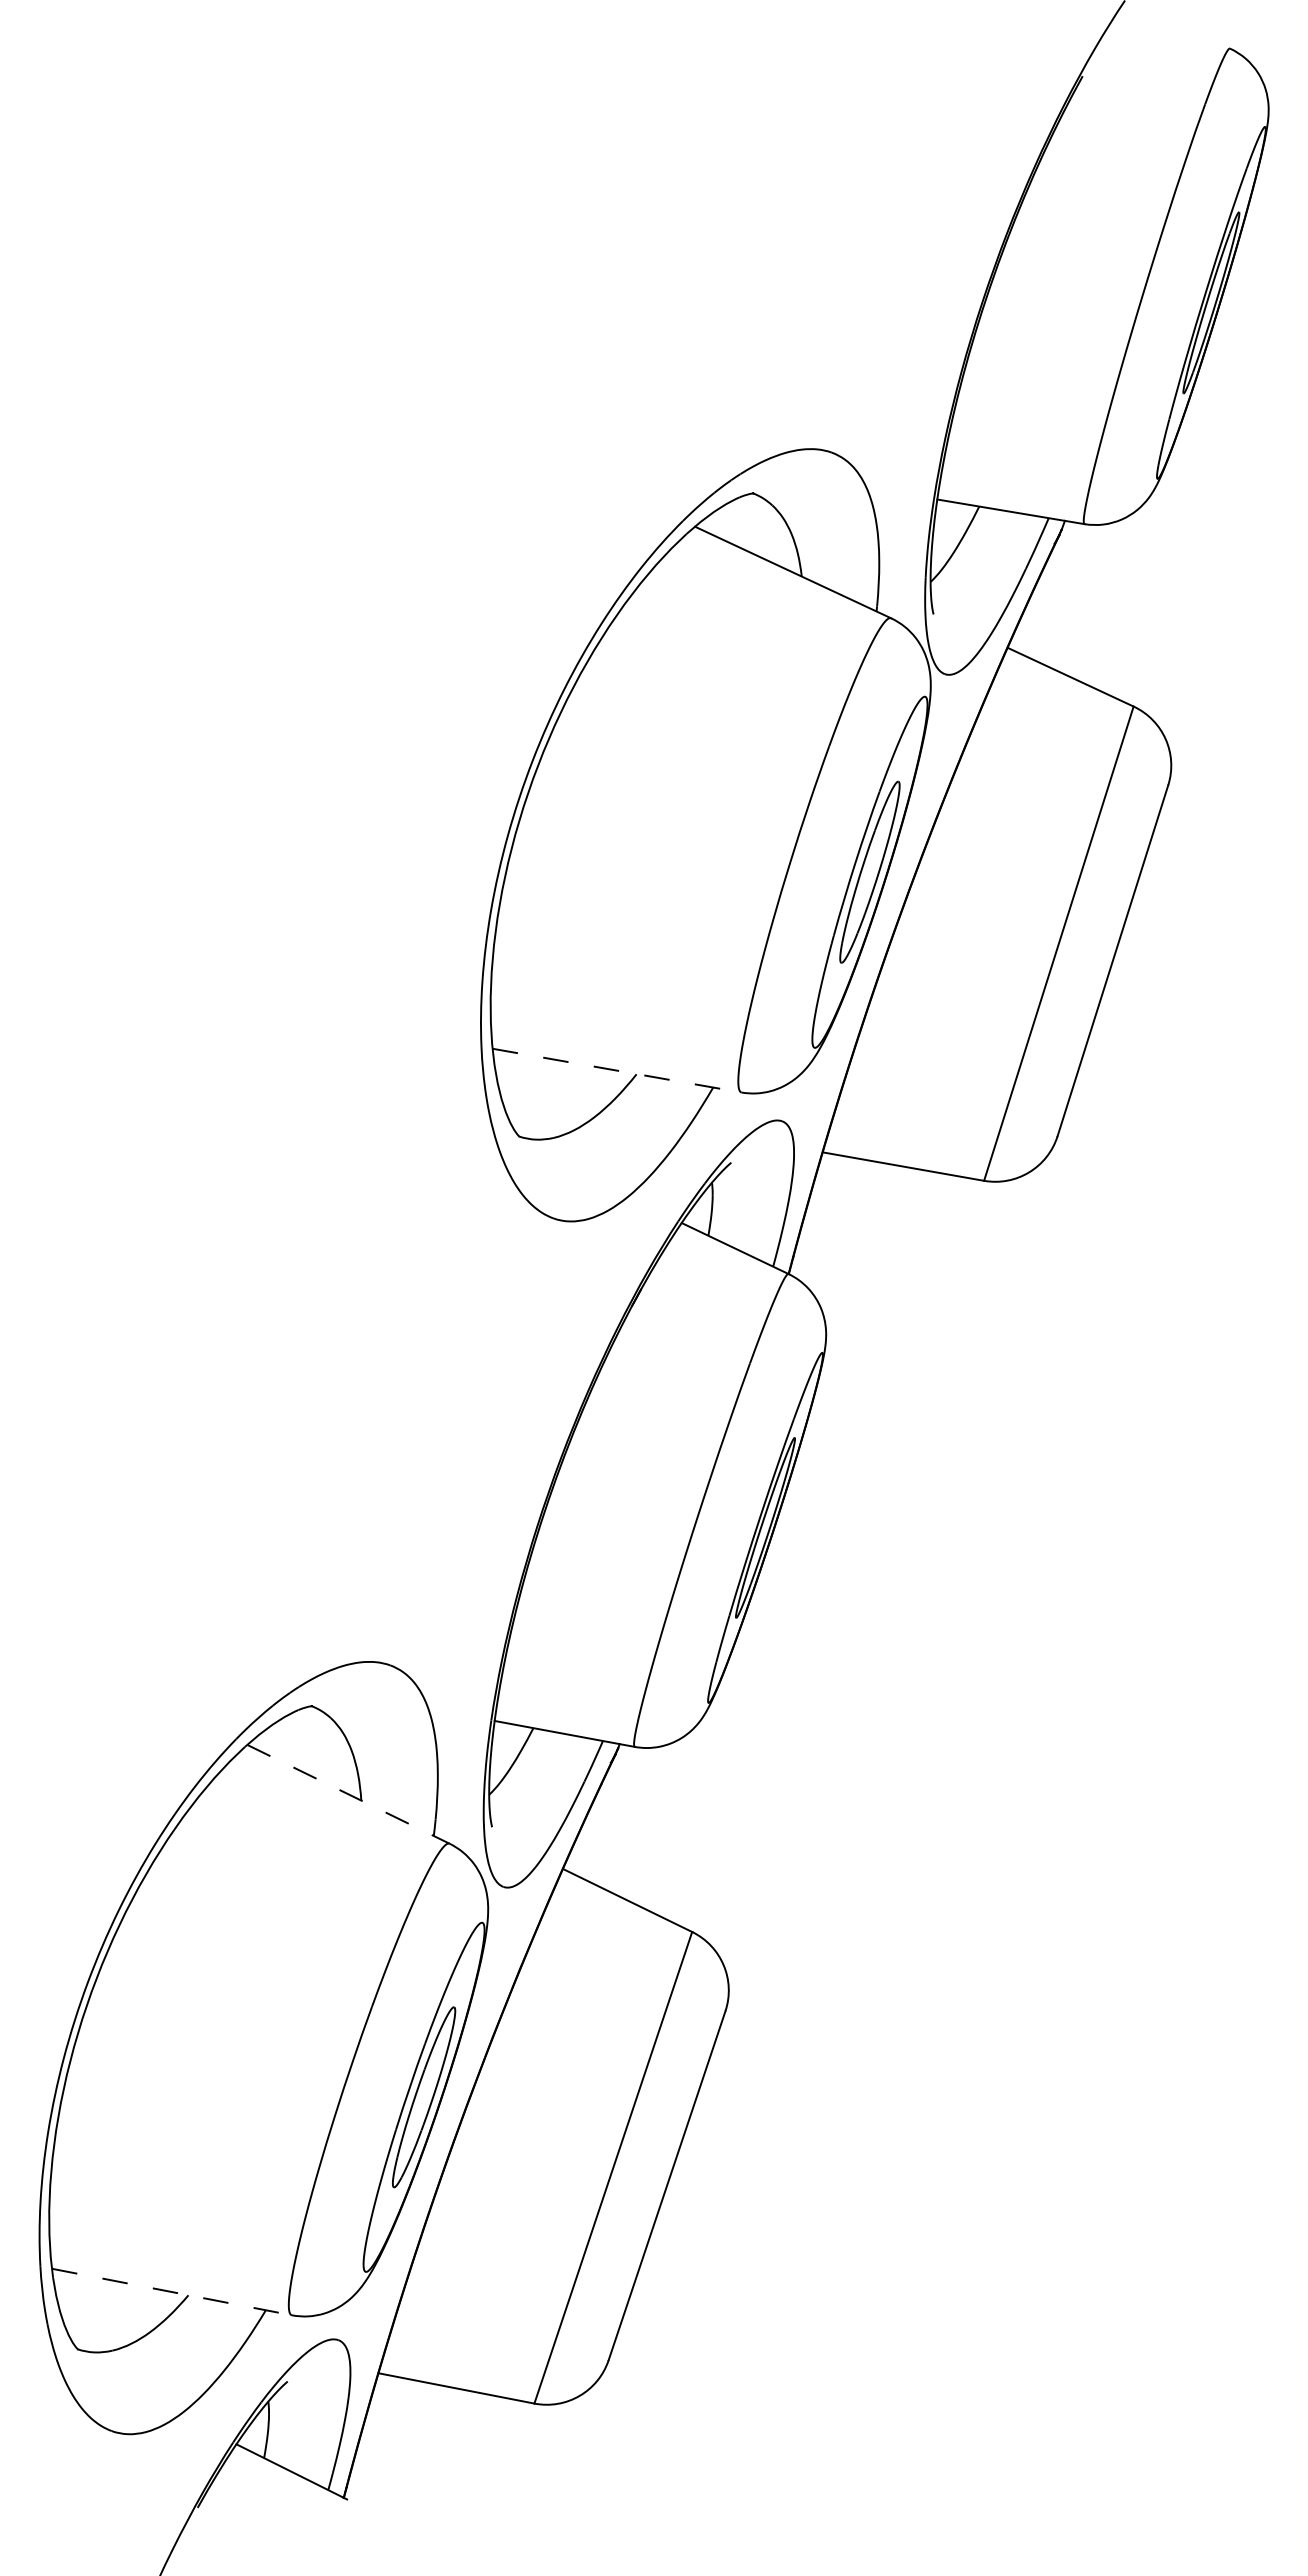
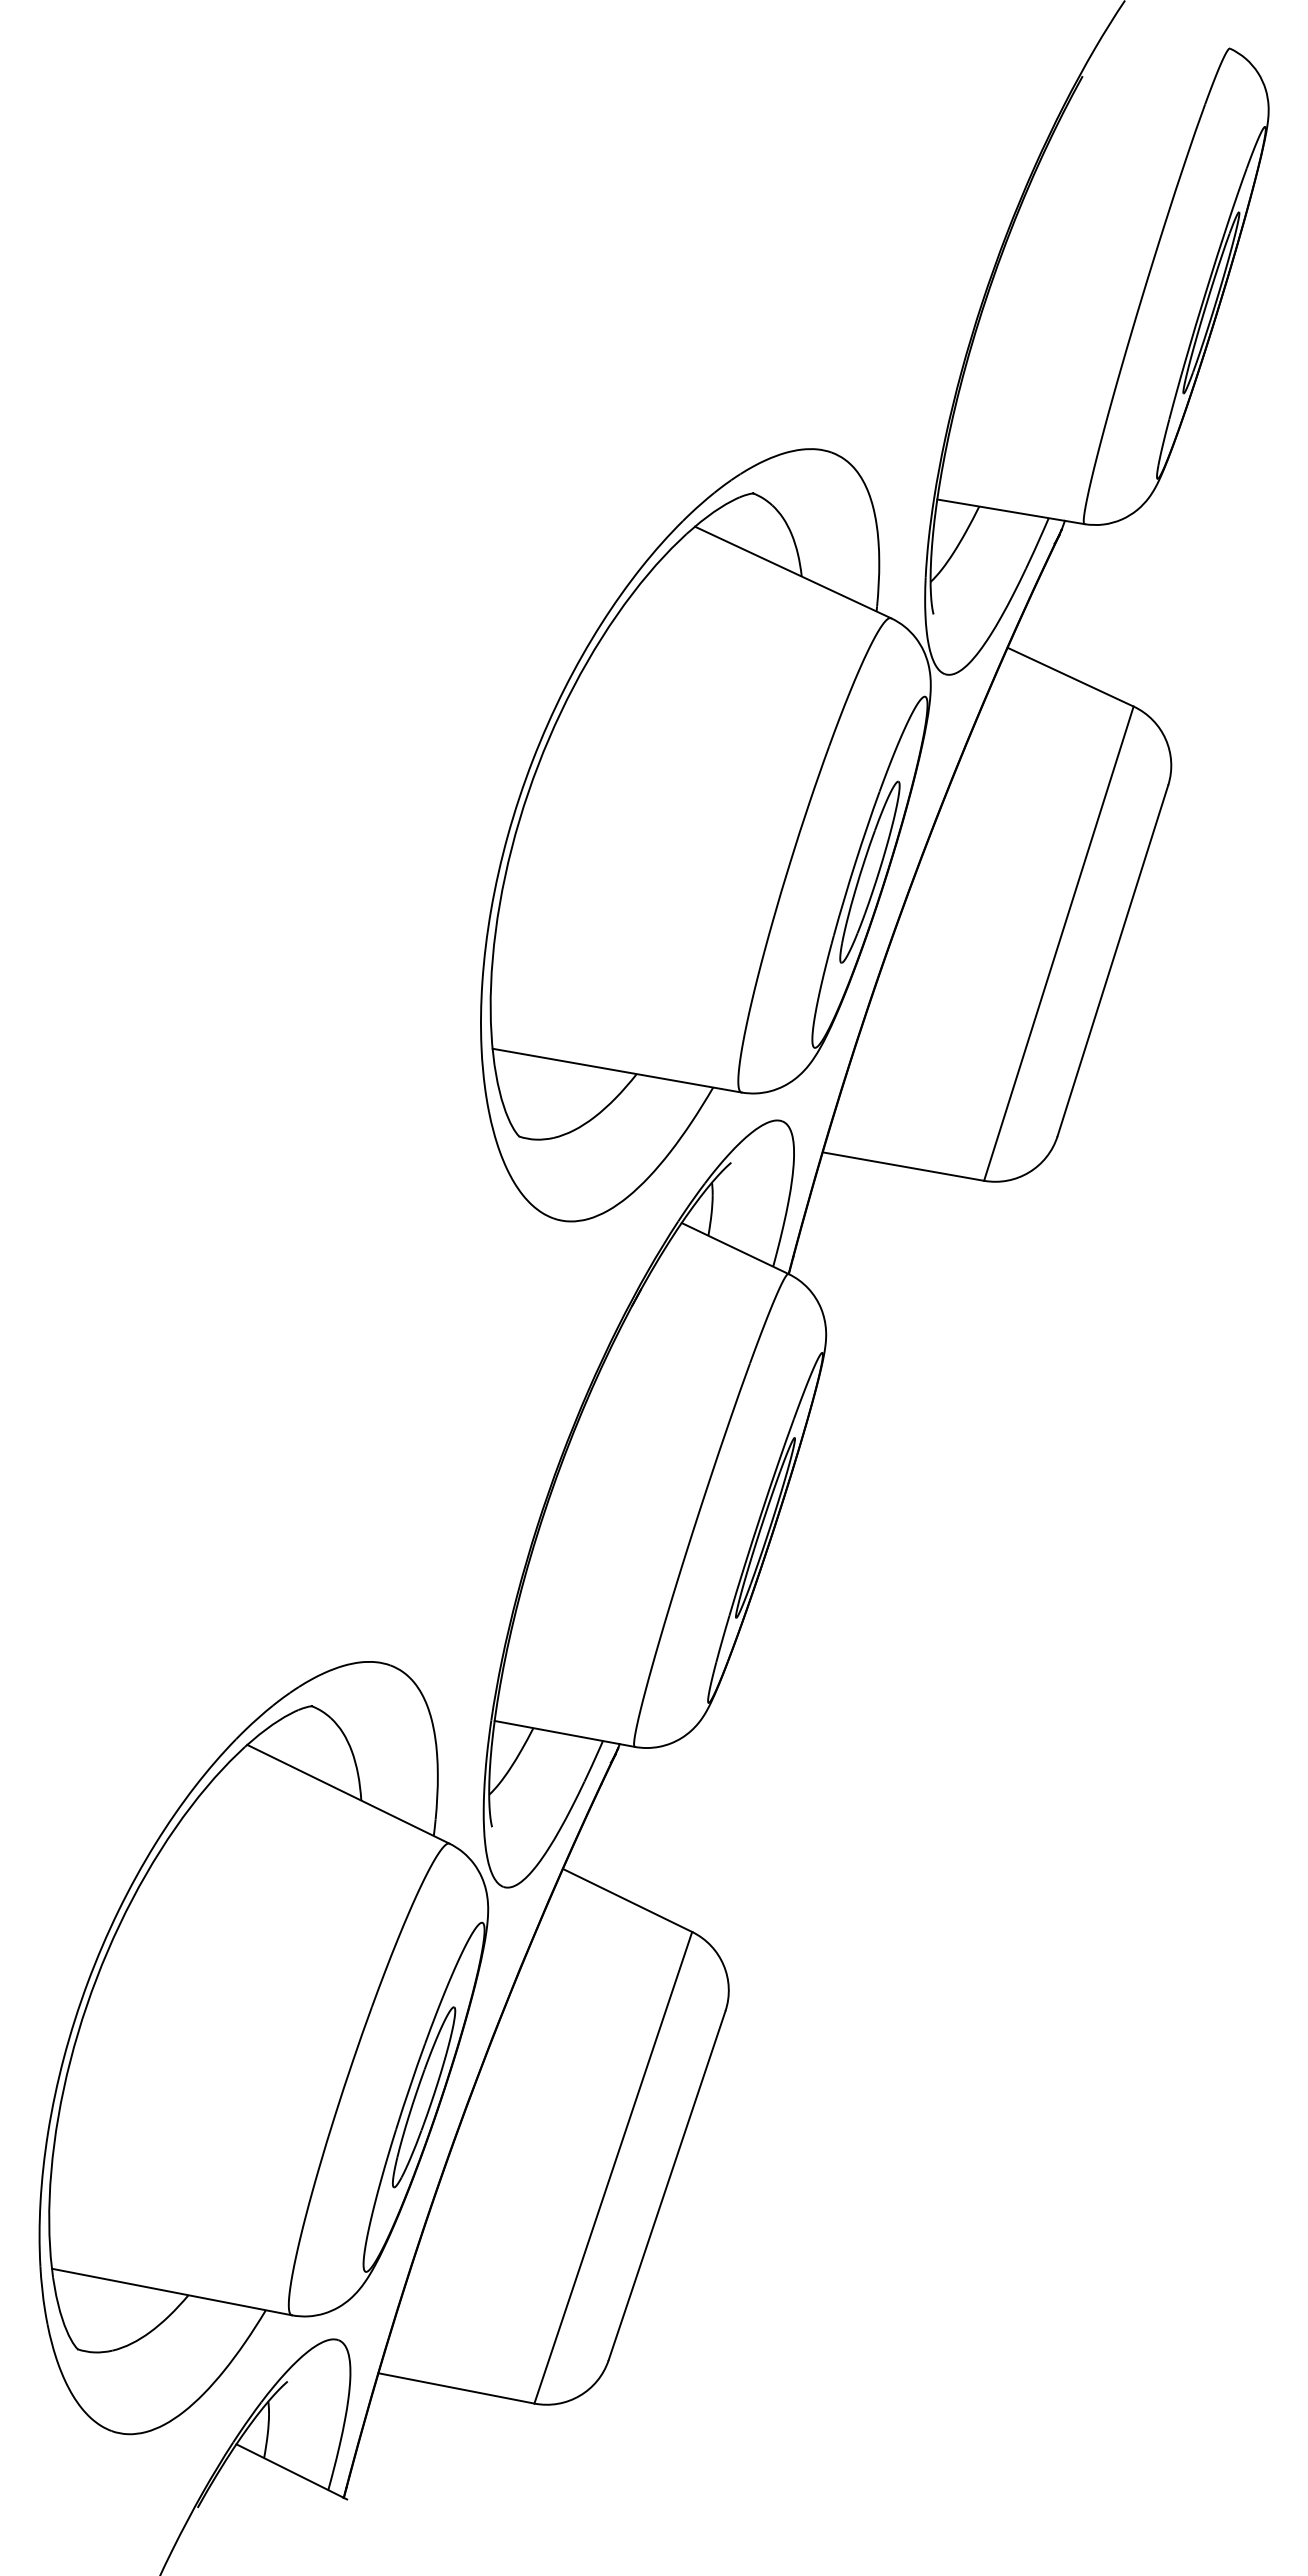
line at (617, 1070): dashed -> solid
line at (348, 1794): dashed -> solid
line at (172, 2292): dashed -> solid
